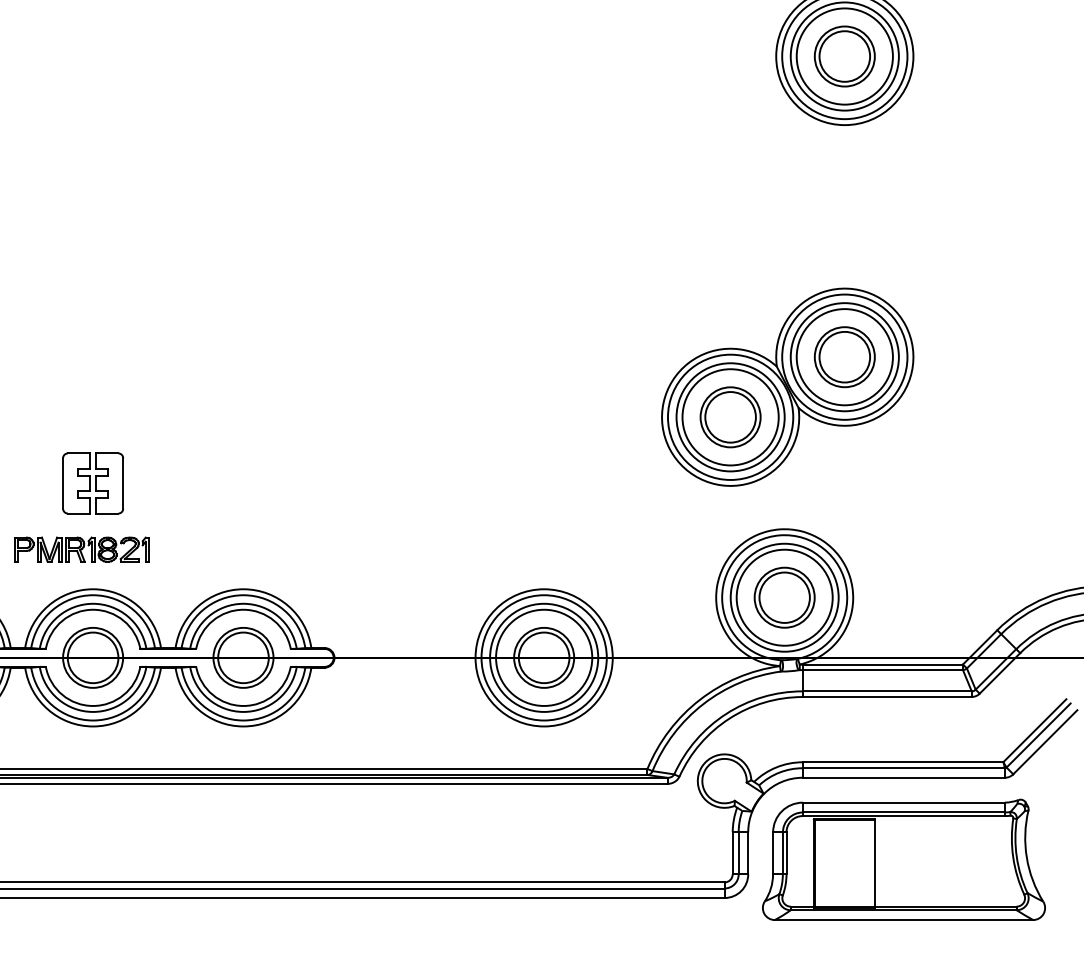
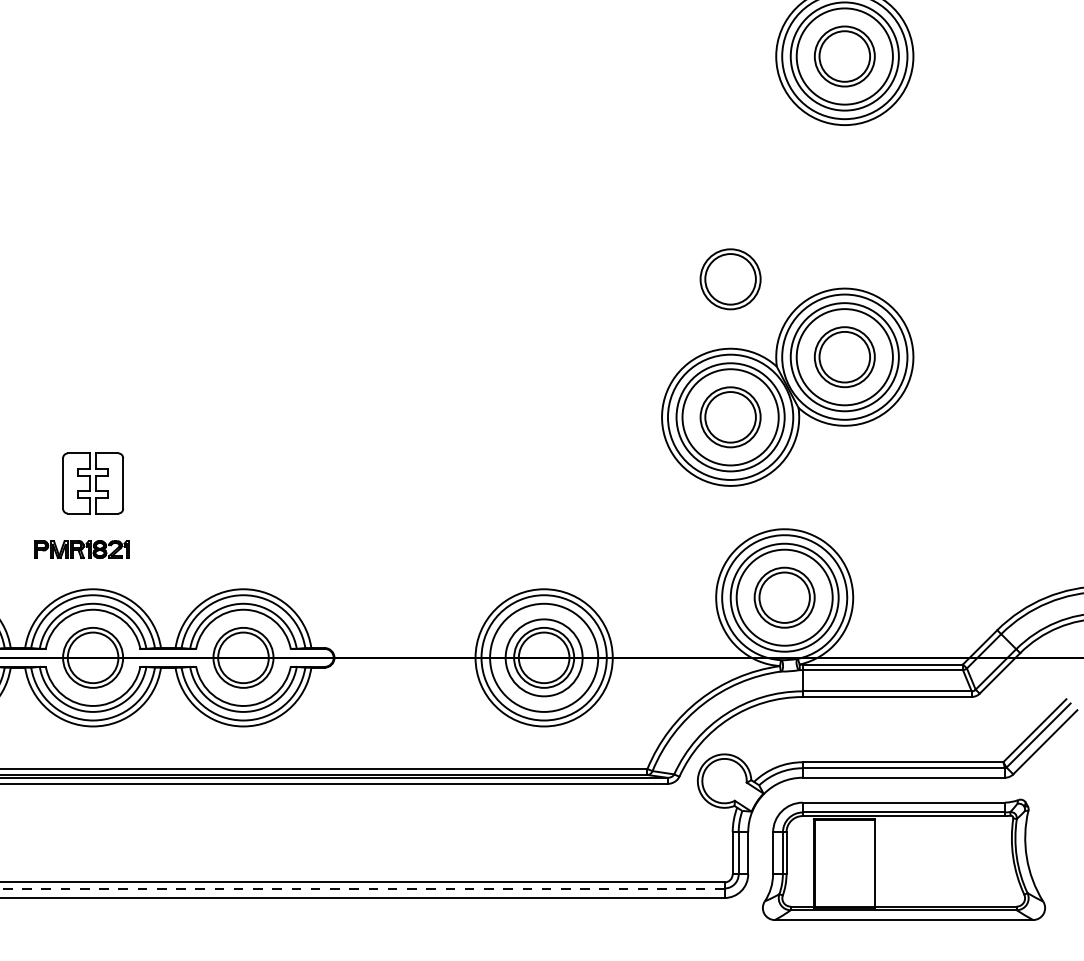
part at (730, 279): none -> present
part at (81, 549) size: 136x27 px -> 96x19 px
circle at (544, 657) diameter: 96 px -> 77 px
line at (362, 888): solid -> dashed
